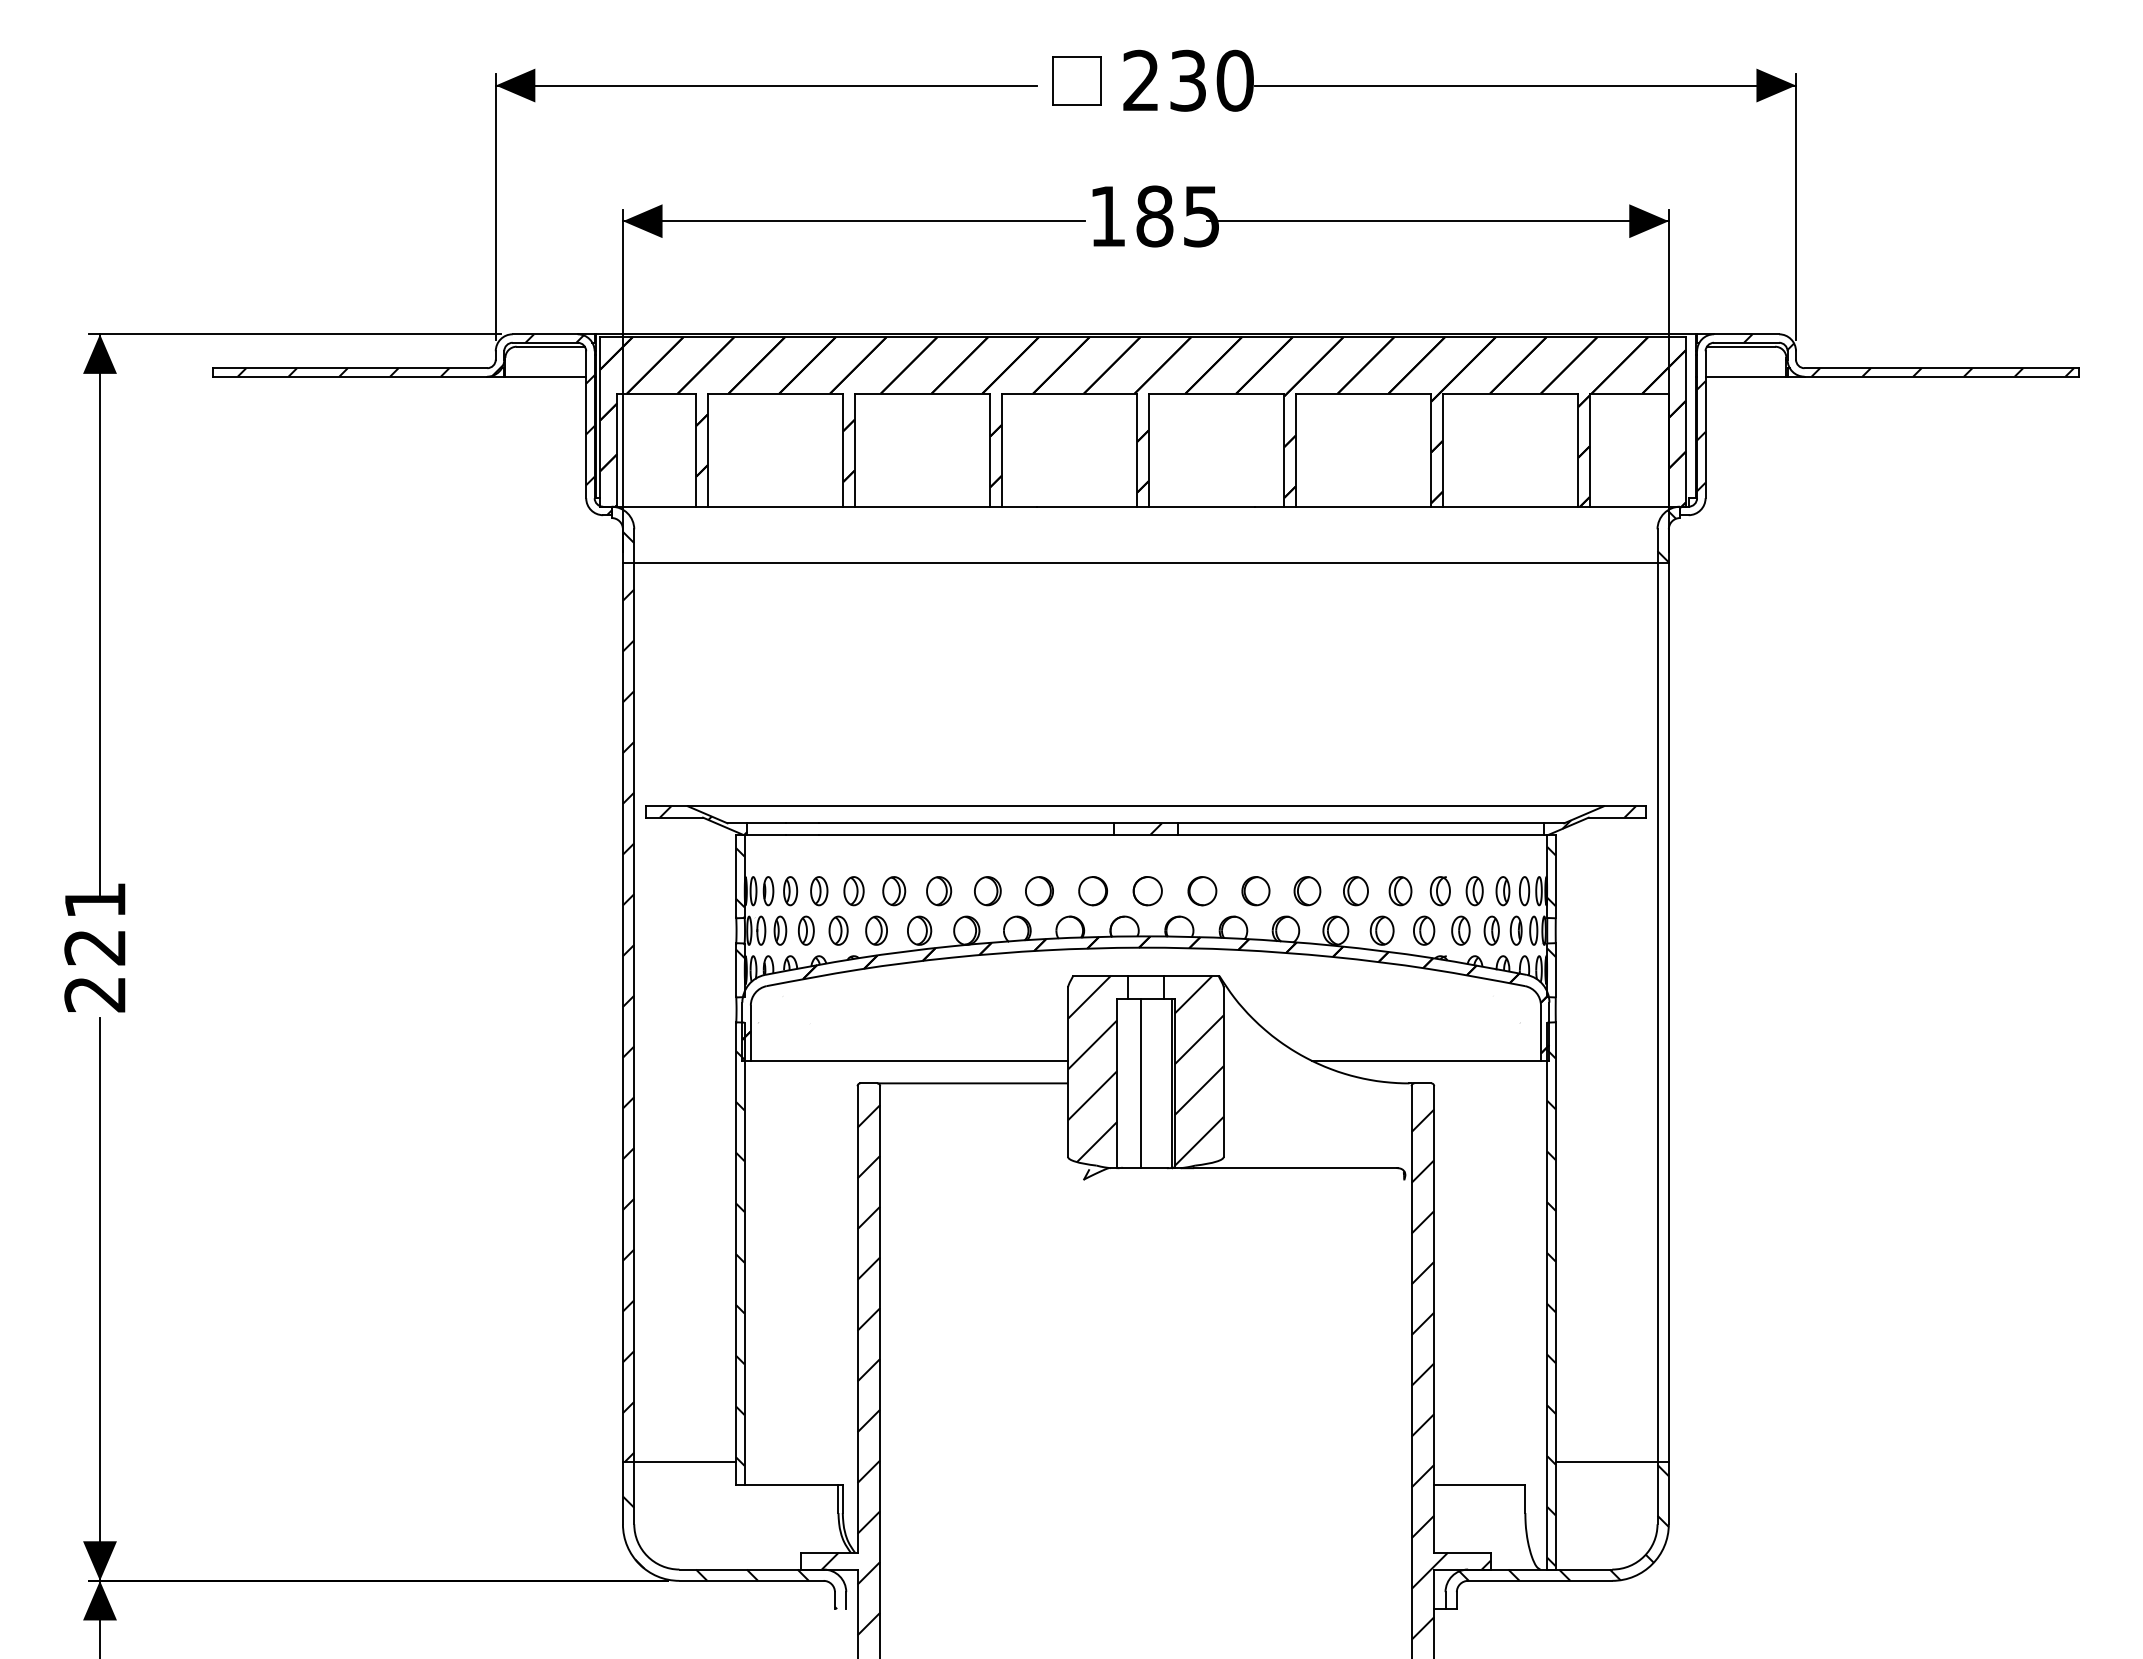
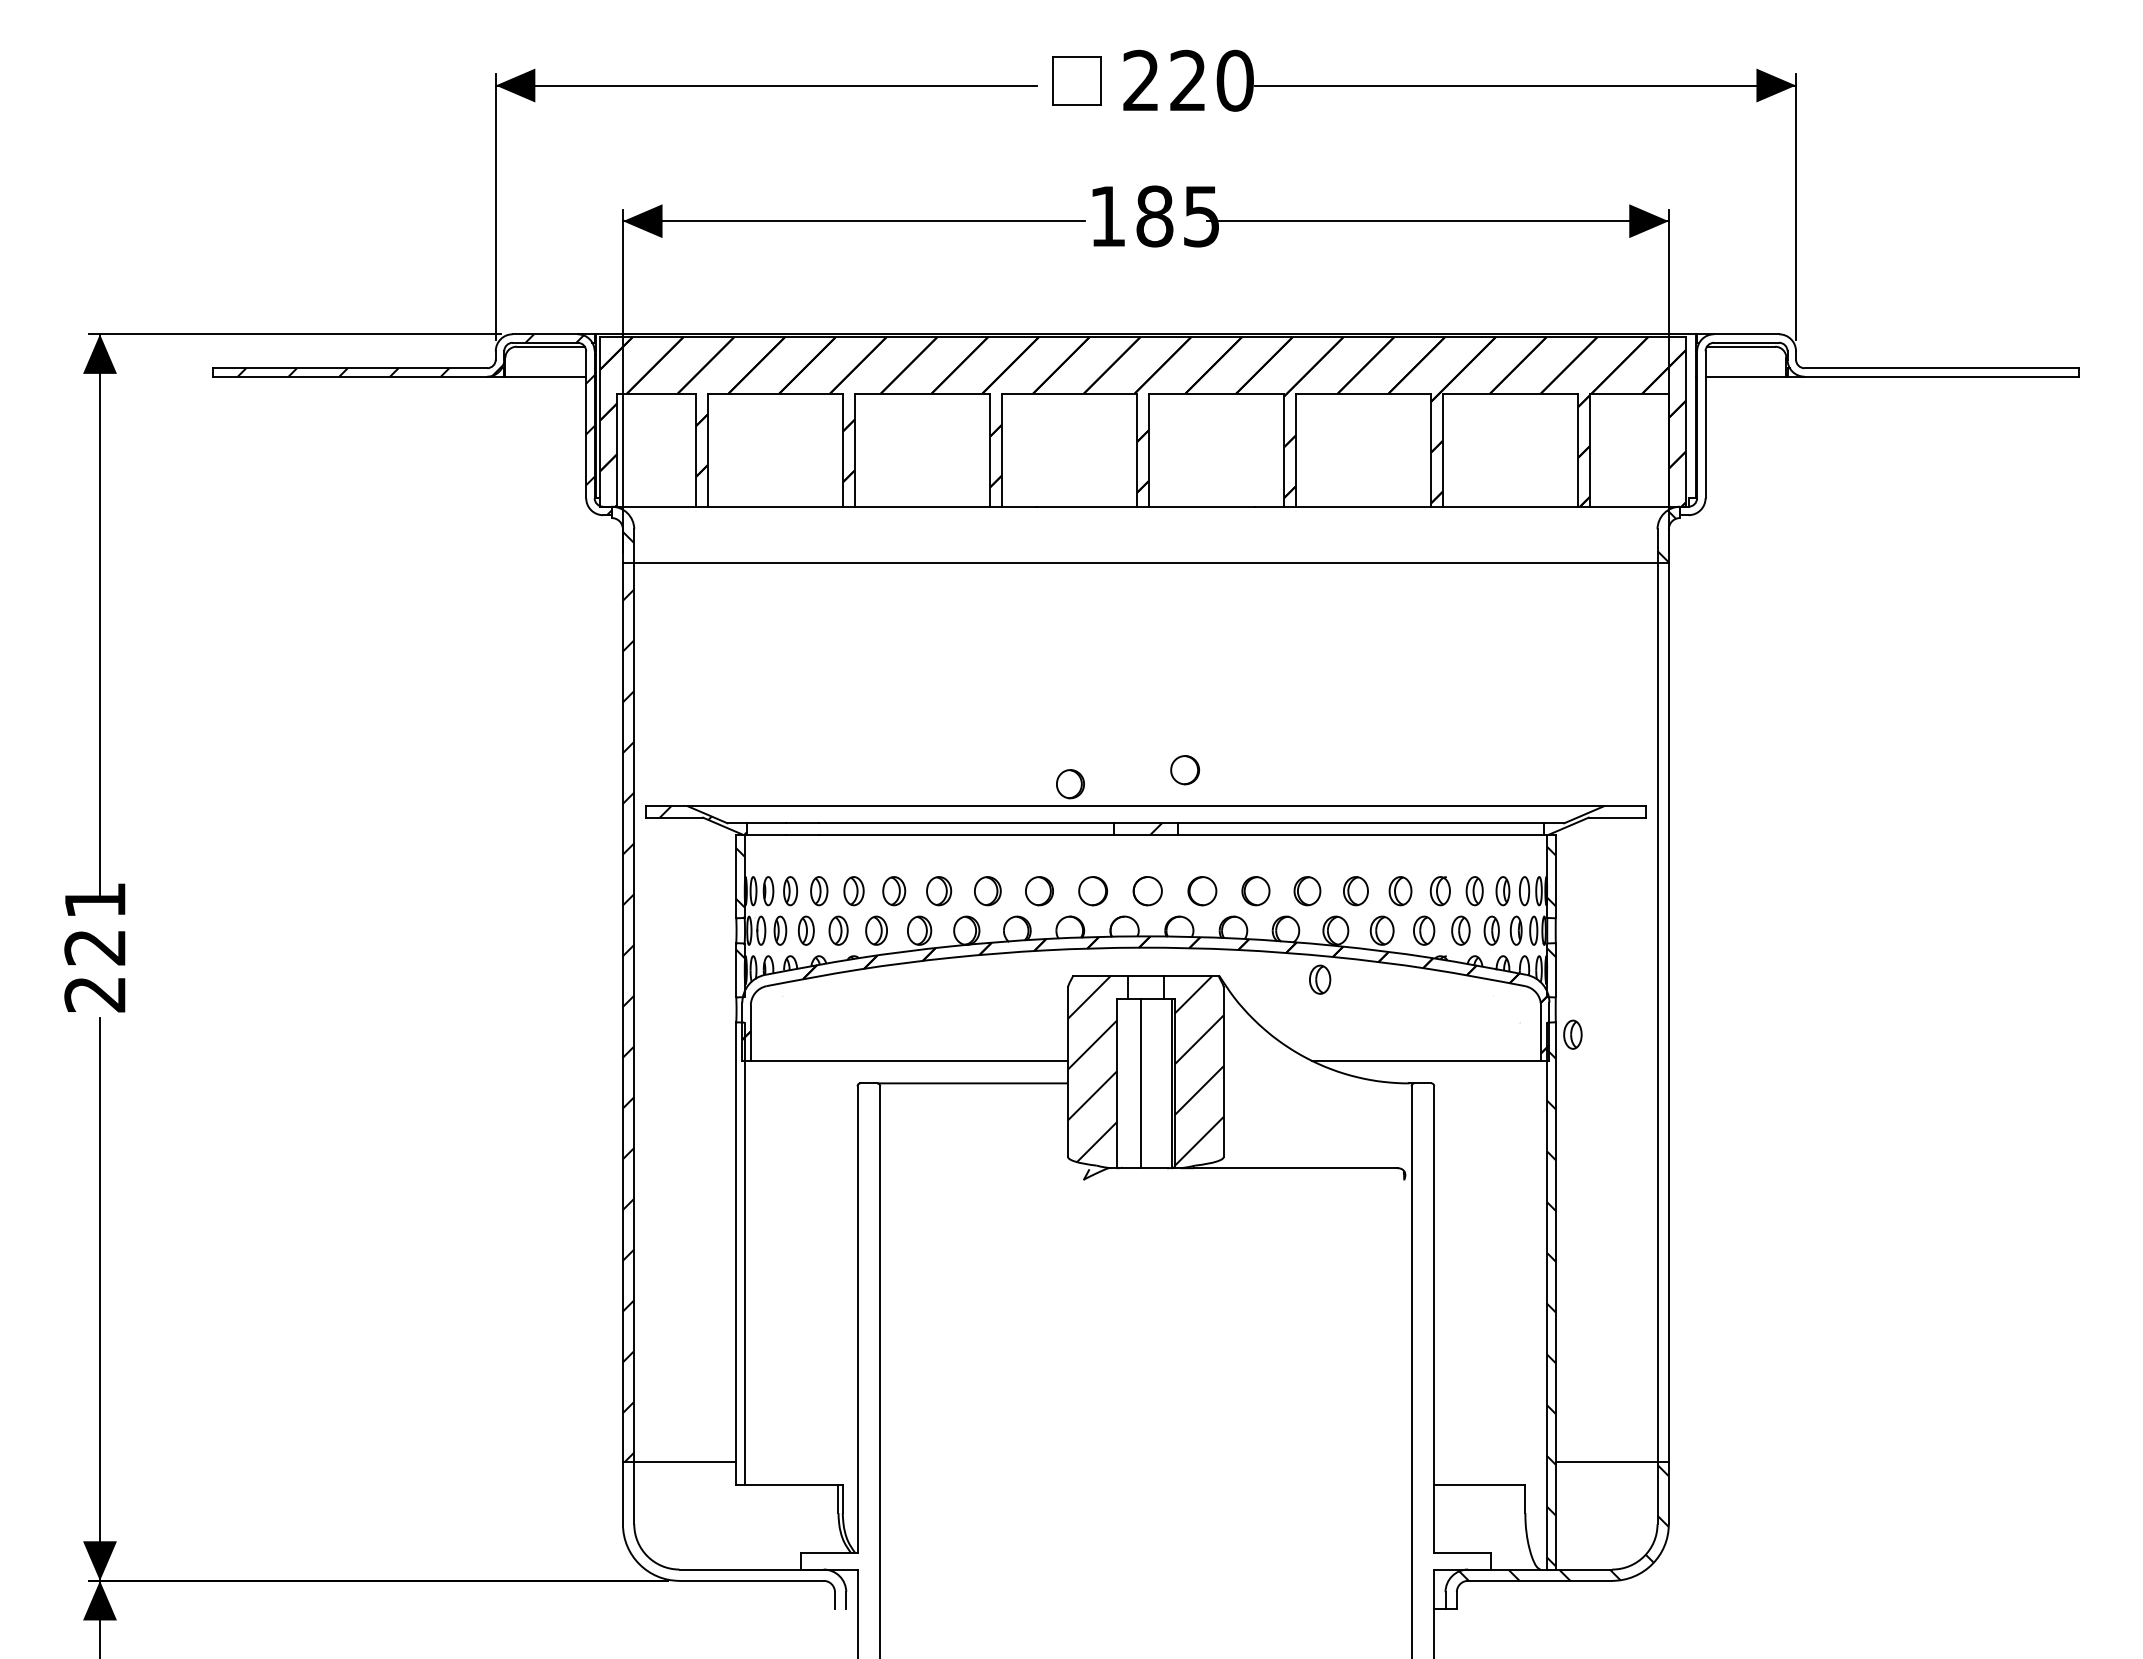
text at (1187, 80): 230 -> 220
hatch at (1876, 421): present -> none
part at (1184, 770): none -> present
part at (1070, 784): none -> present
hatch at (1598, 817): present -> none
part at (1320, 979): none -> present
part at (1572, 1034): none -> present
hatch at (773, 1243): present -> none
hatch at (850, 1370): present -> none
hatch at (1450, 1374): present -> none
hatch at (729, 1552): present -> none
